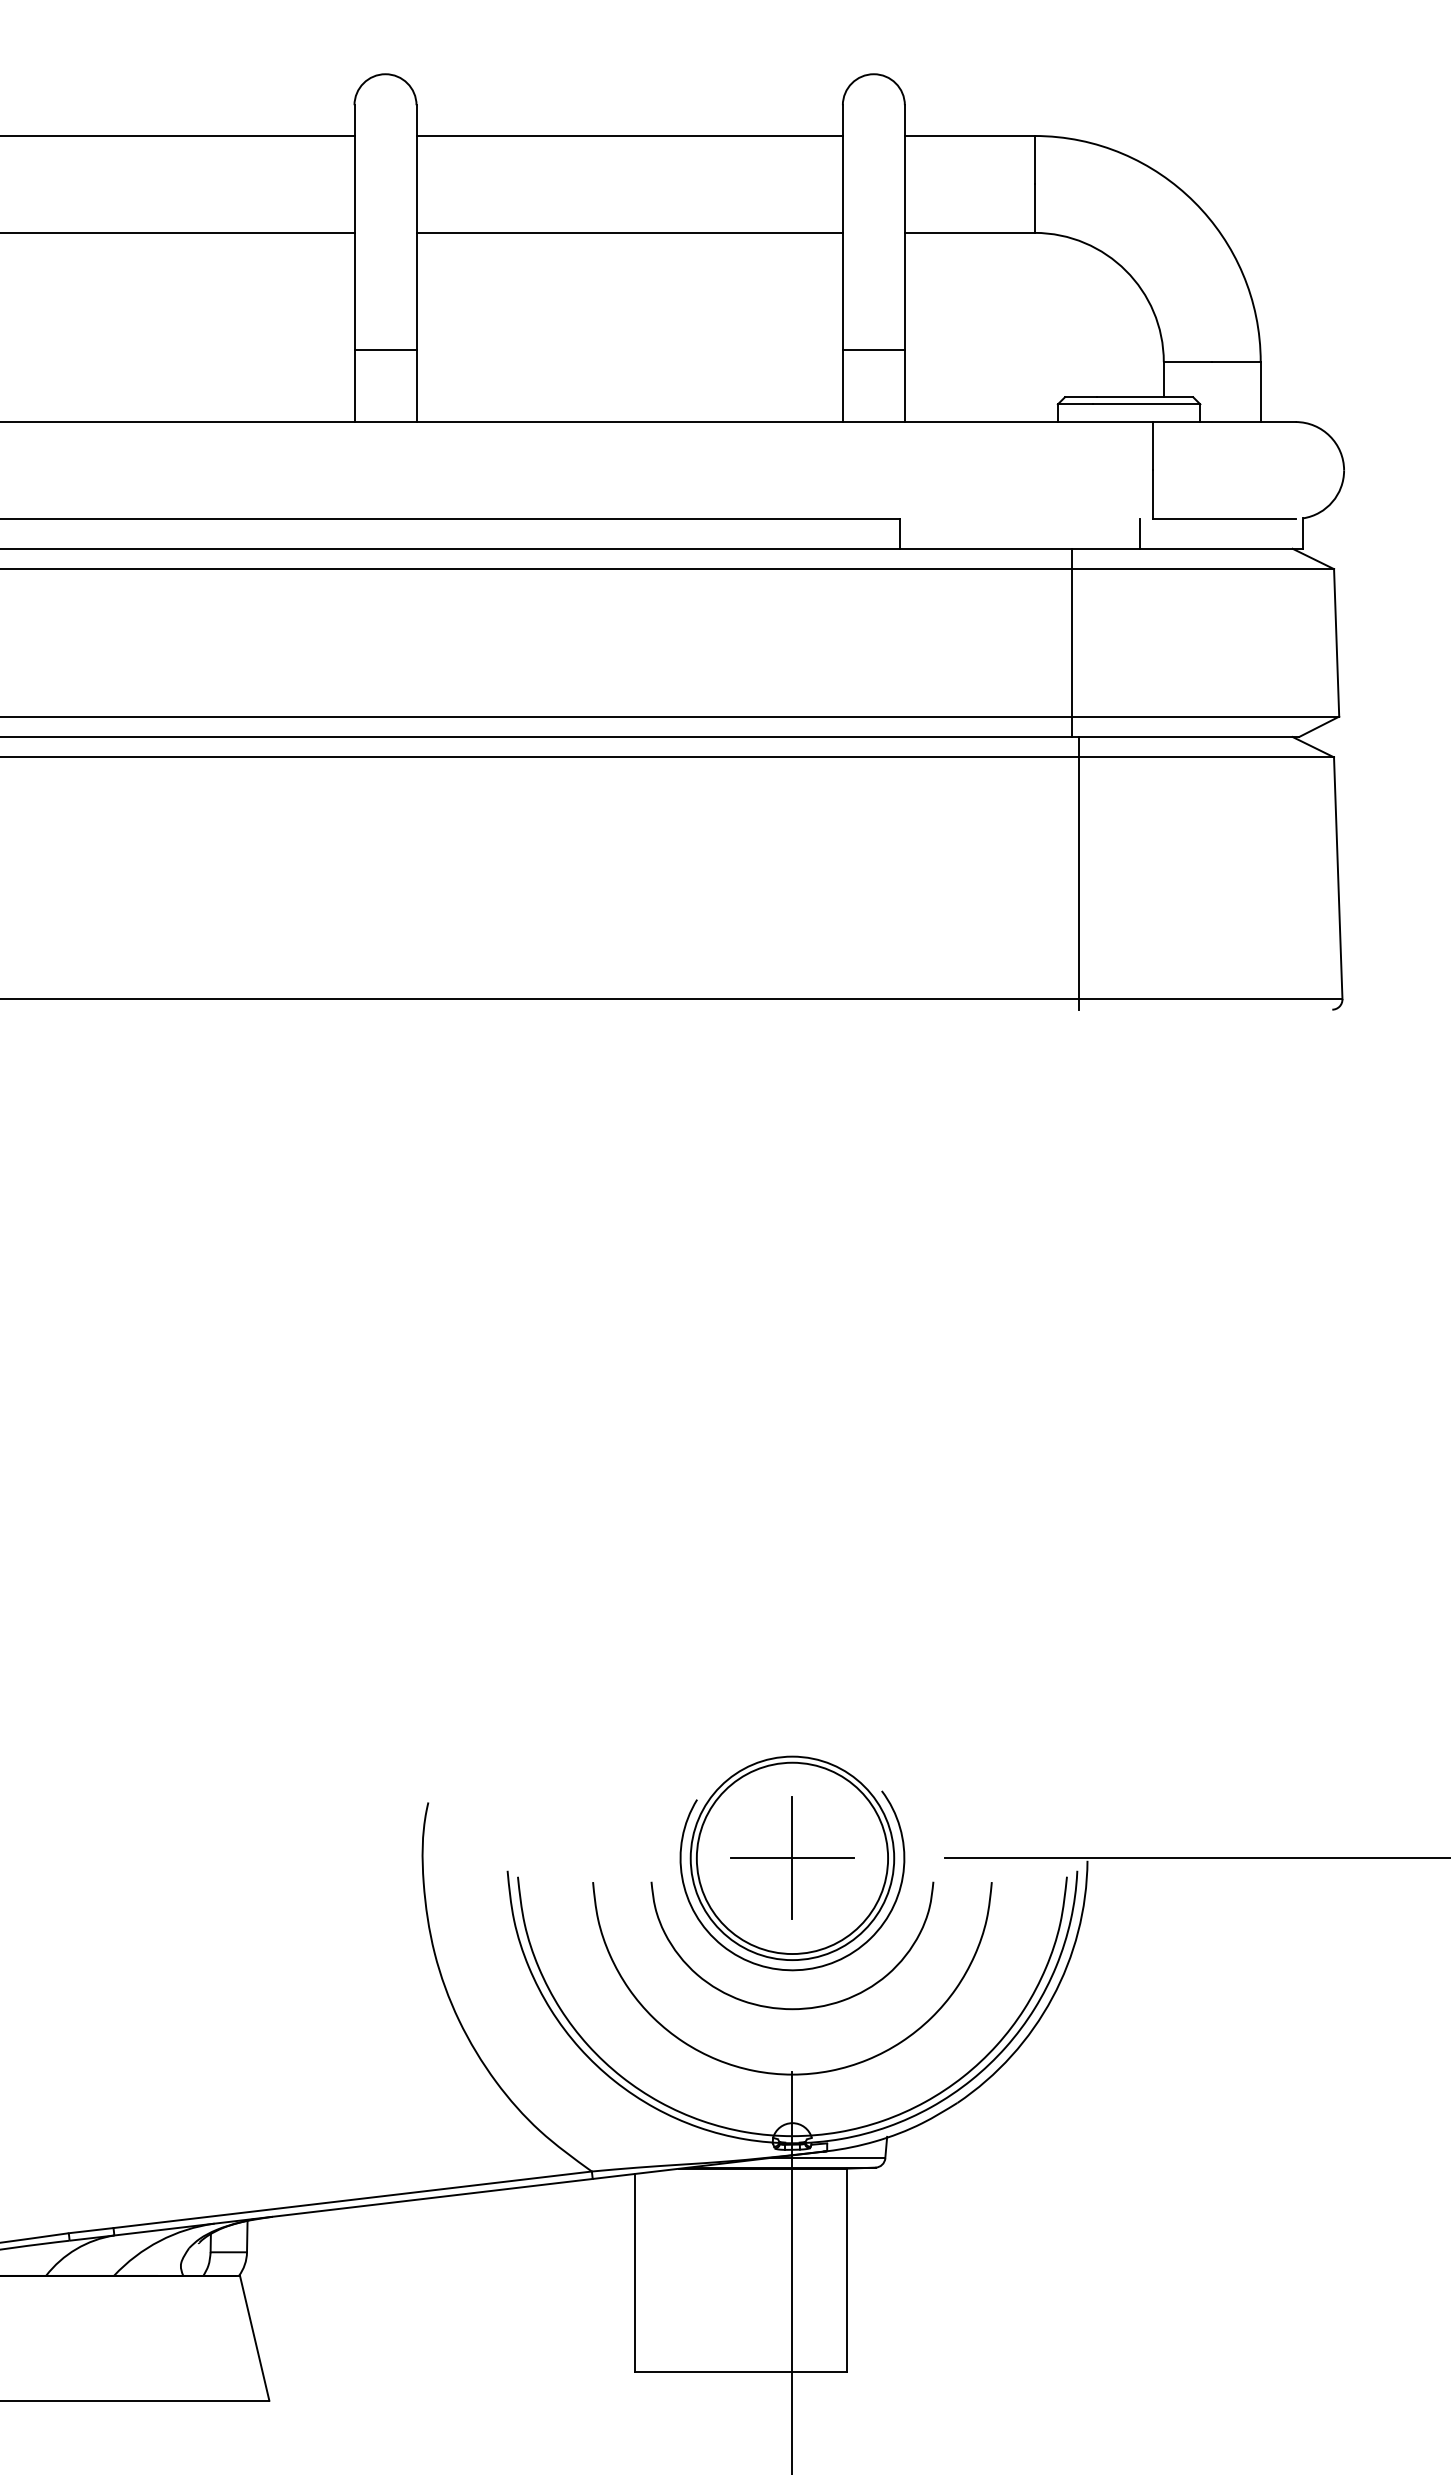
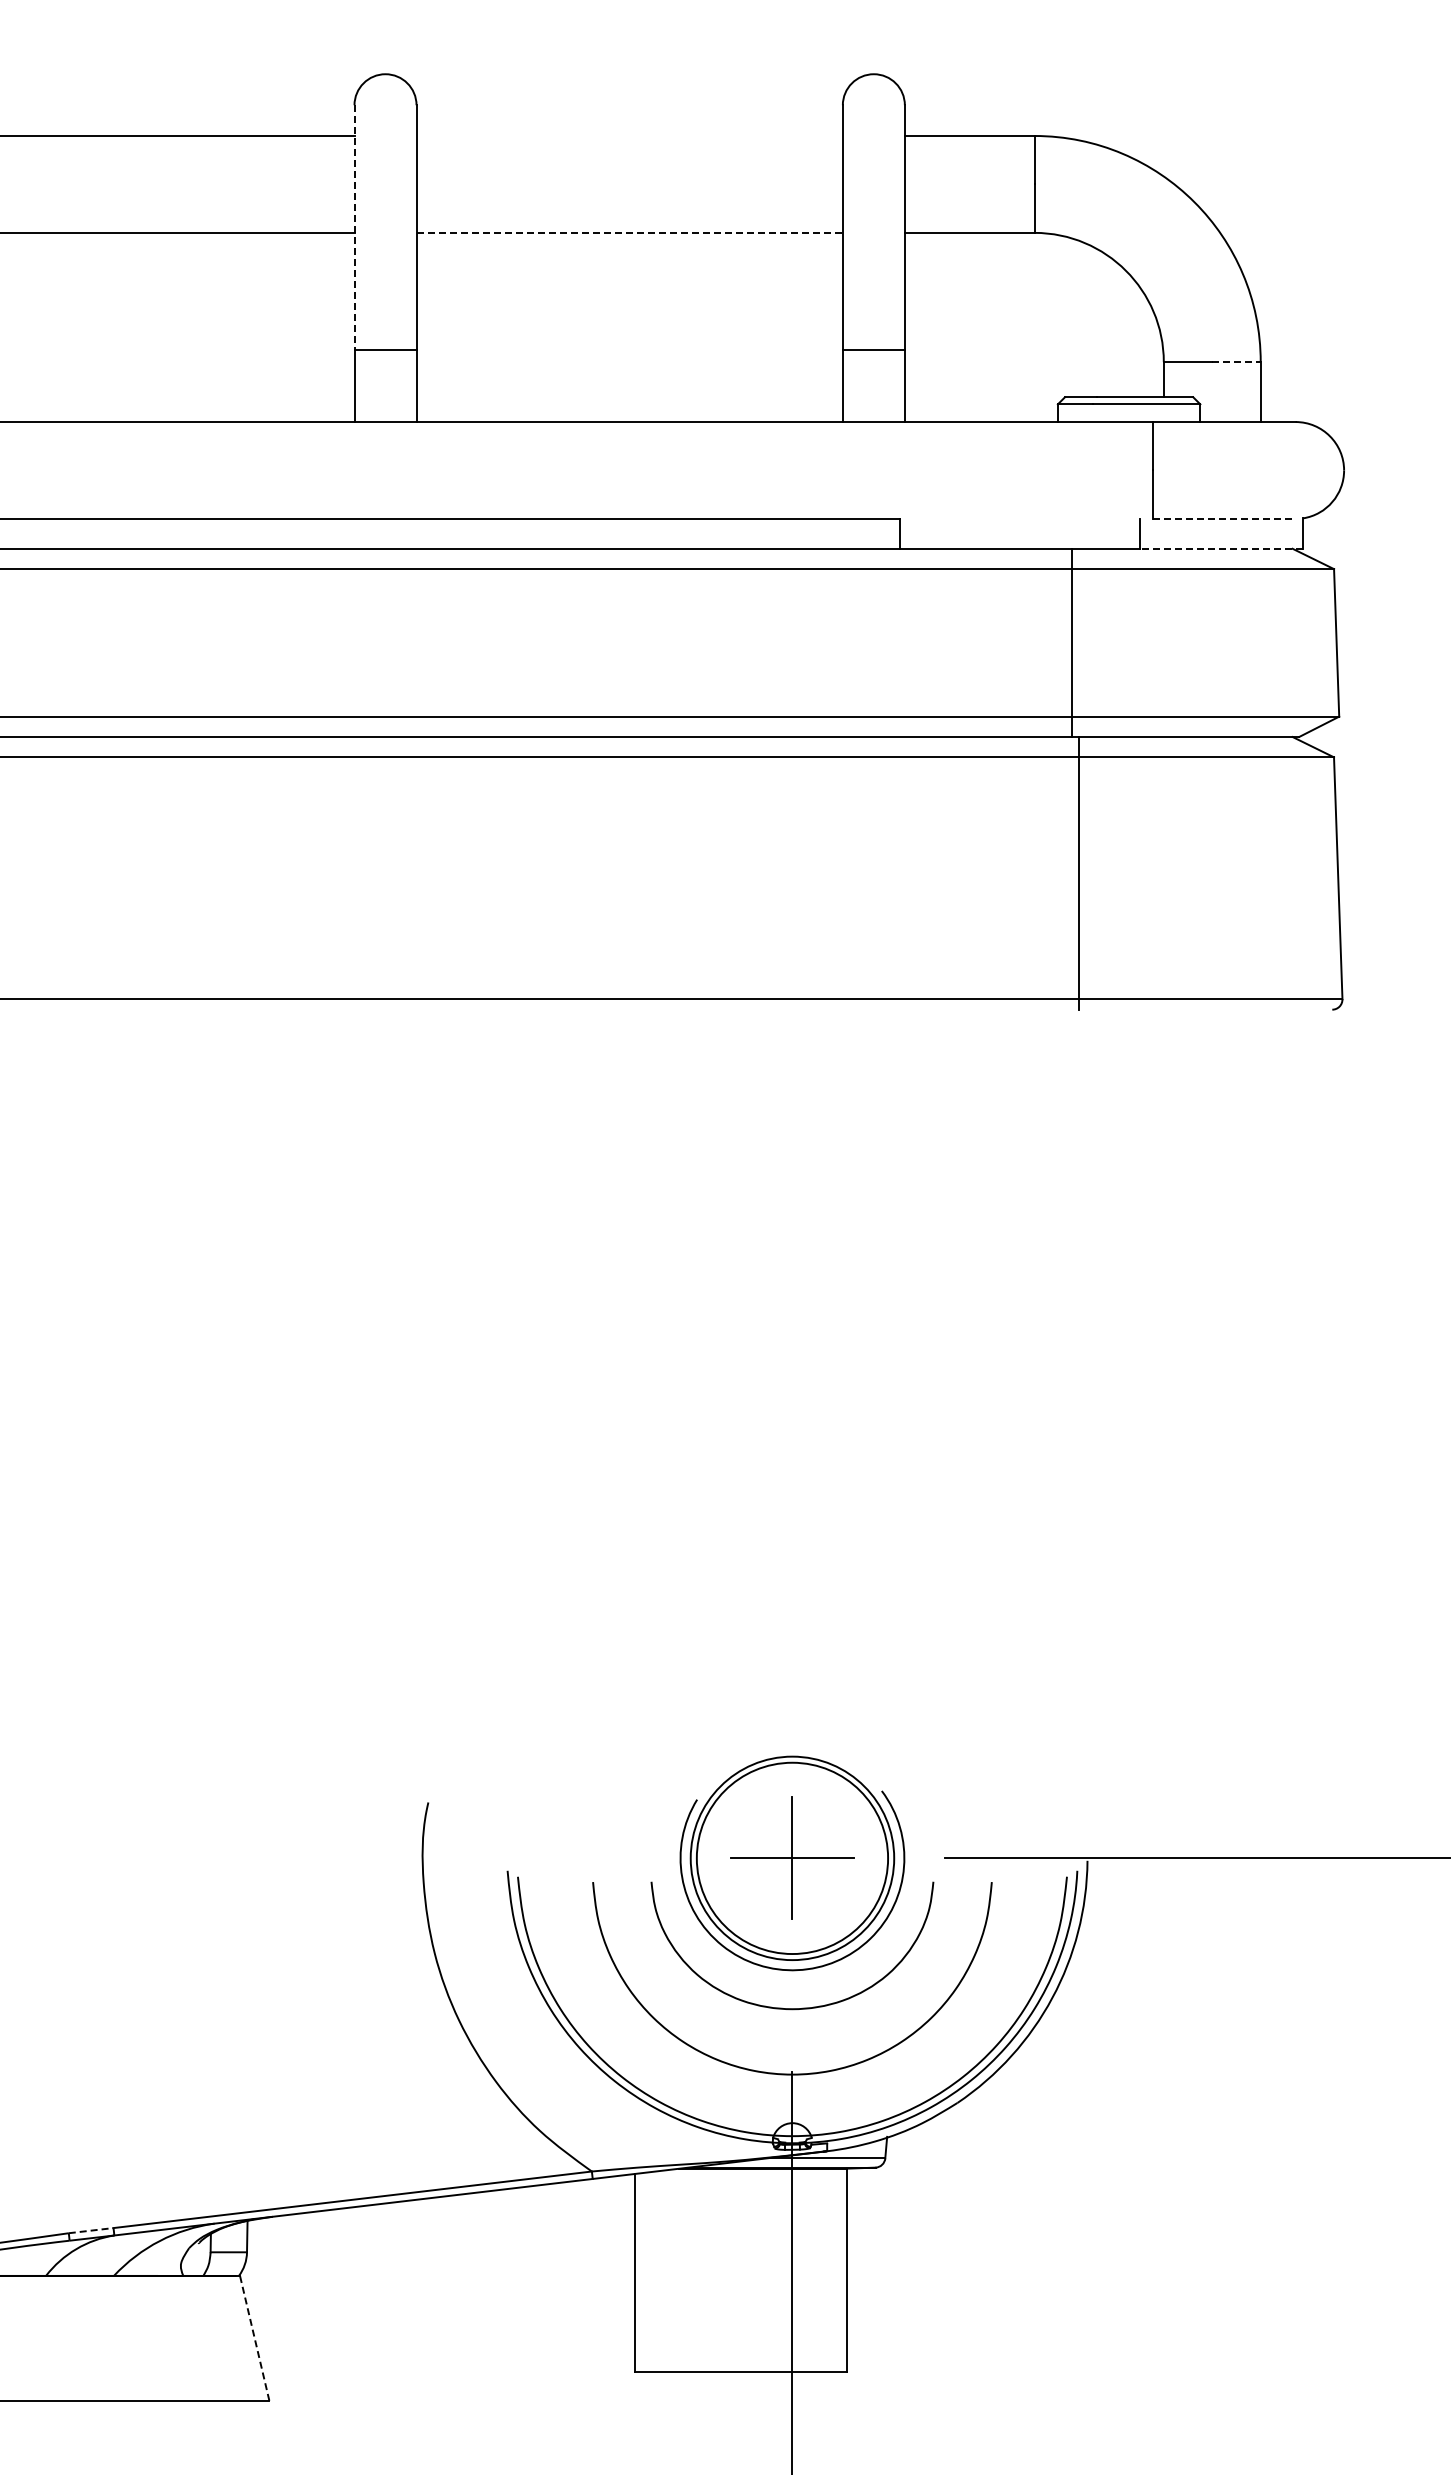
line at (629, 136): present -> none
line at (354, 228): solid -> dashed
line at (630, 232): solid -> dashed
line at (1236, 362): solid -> dashed
line at (1224, 518): solid -> dashed
line at (1221, 548): solid -> dashed
line at (91, 2230): solid -> dashed
line at (254, 2337): solid -> dashed
